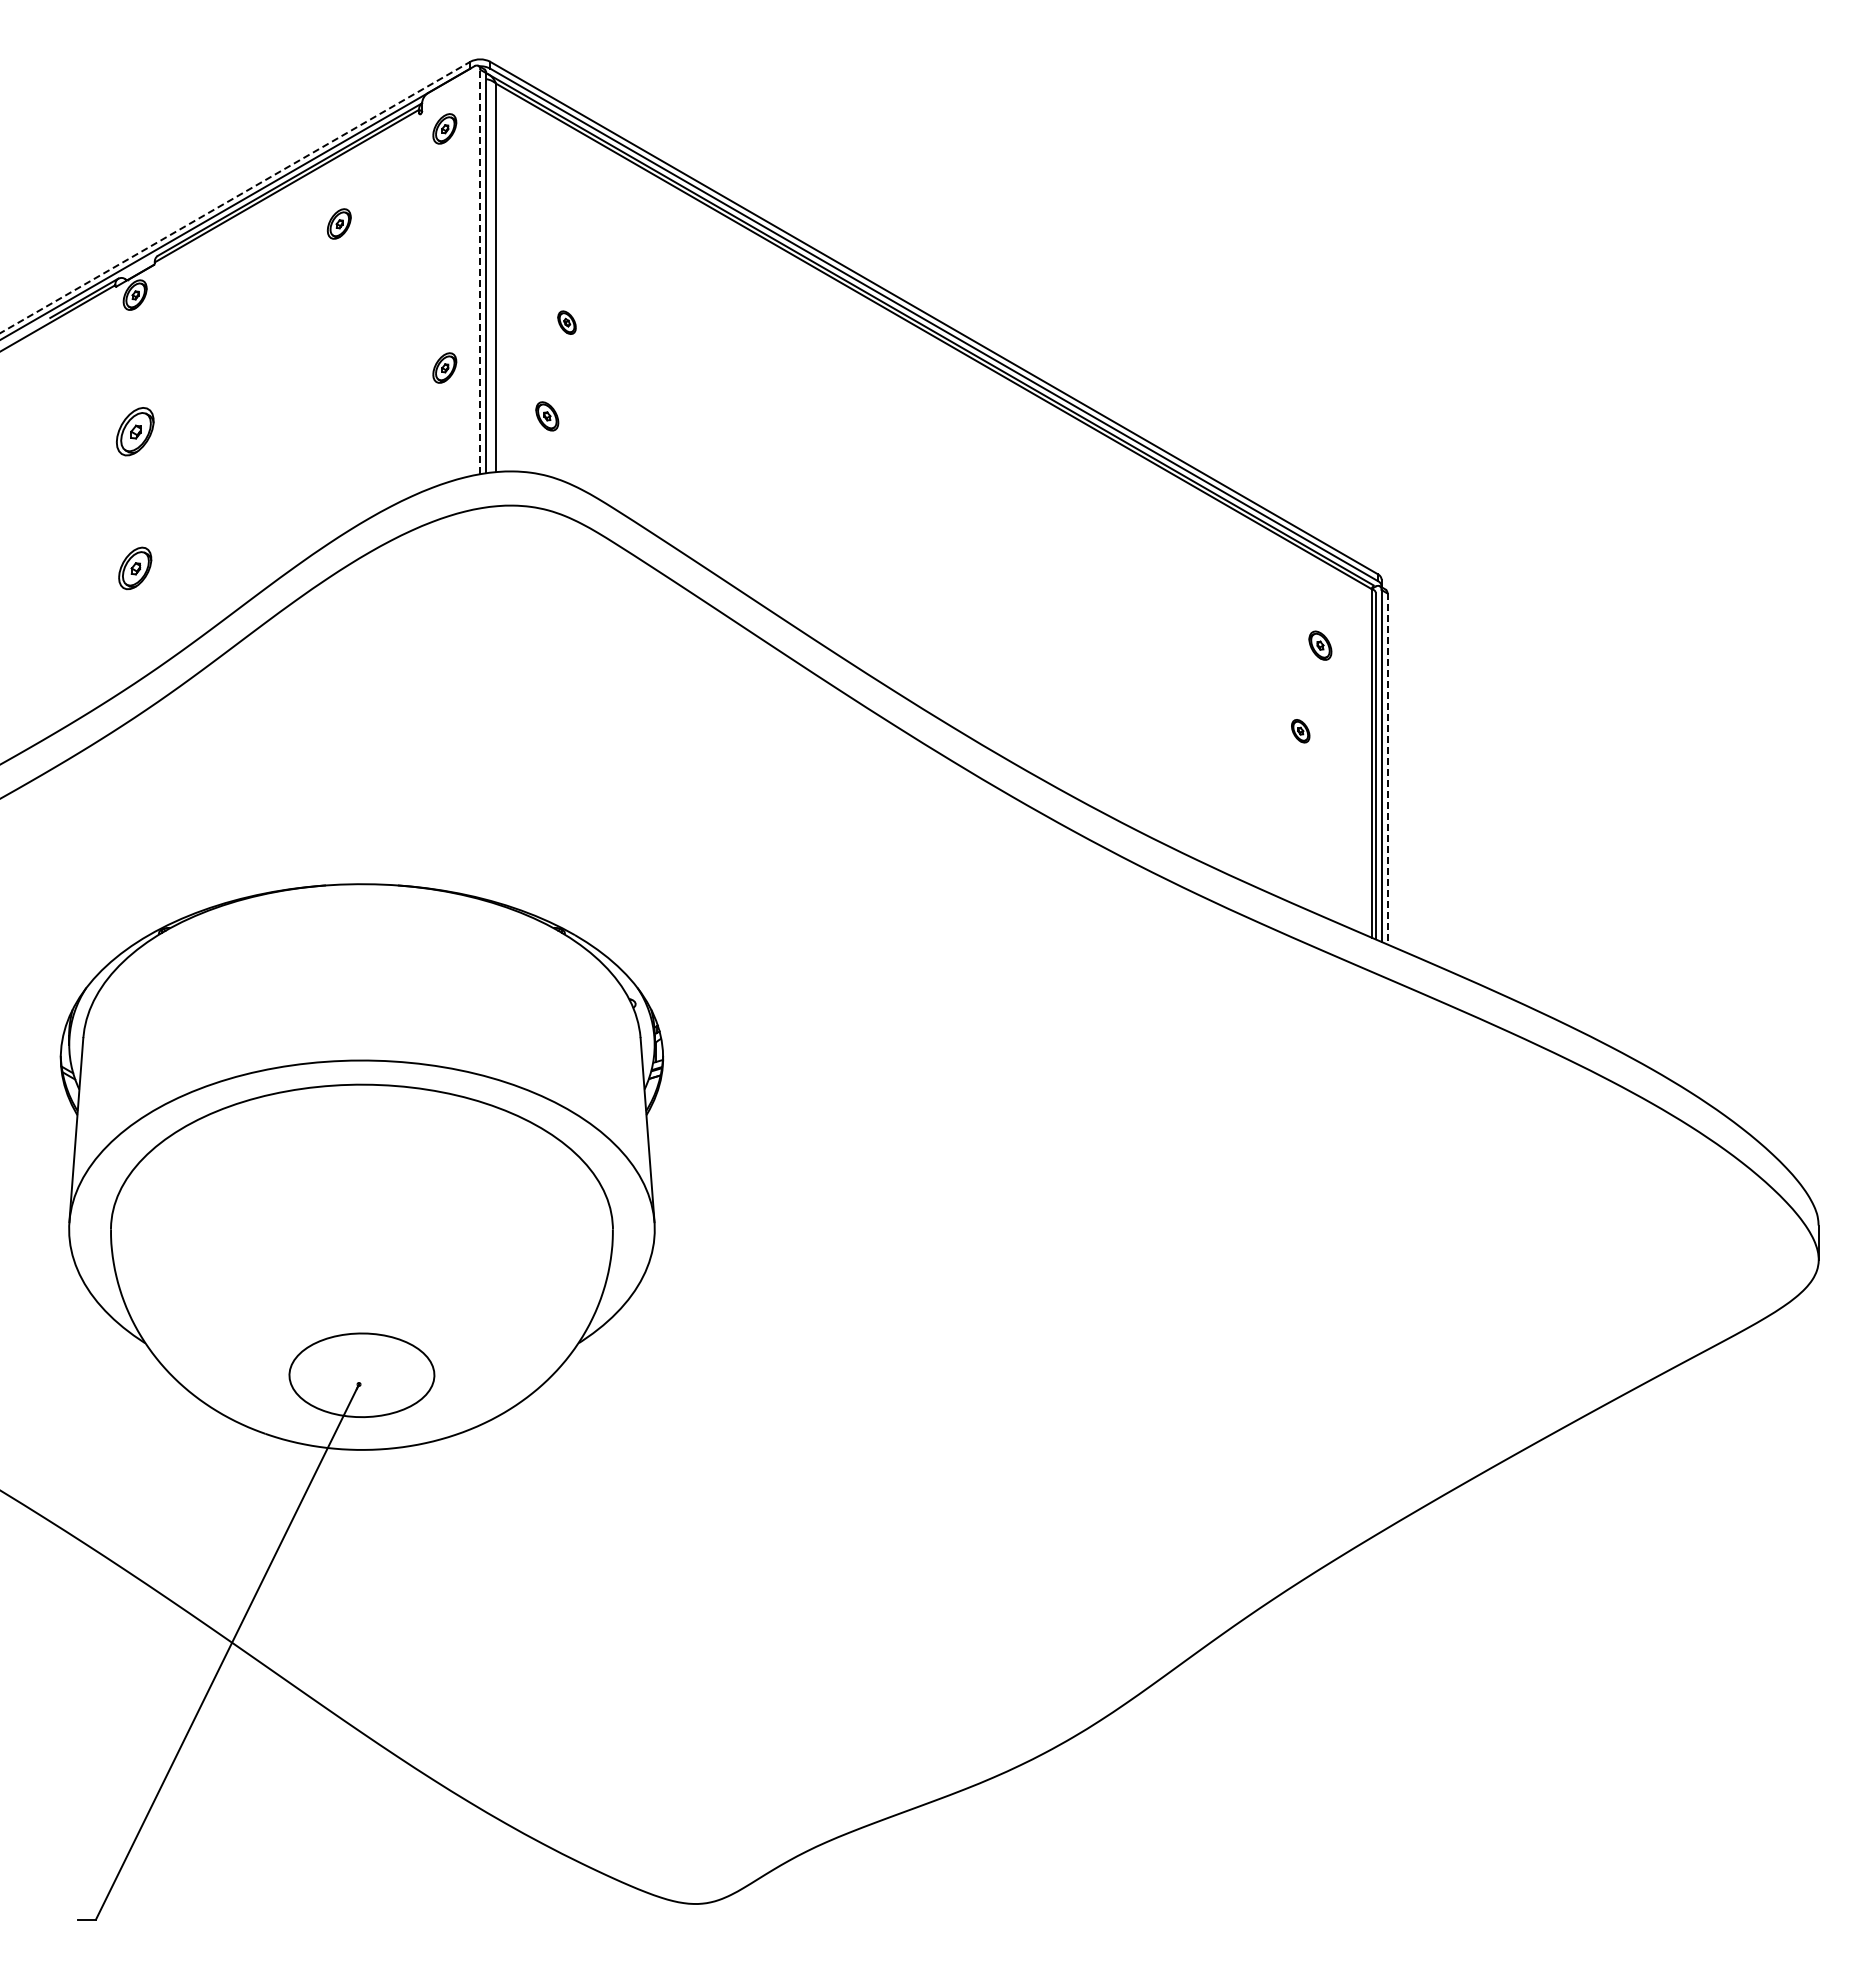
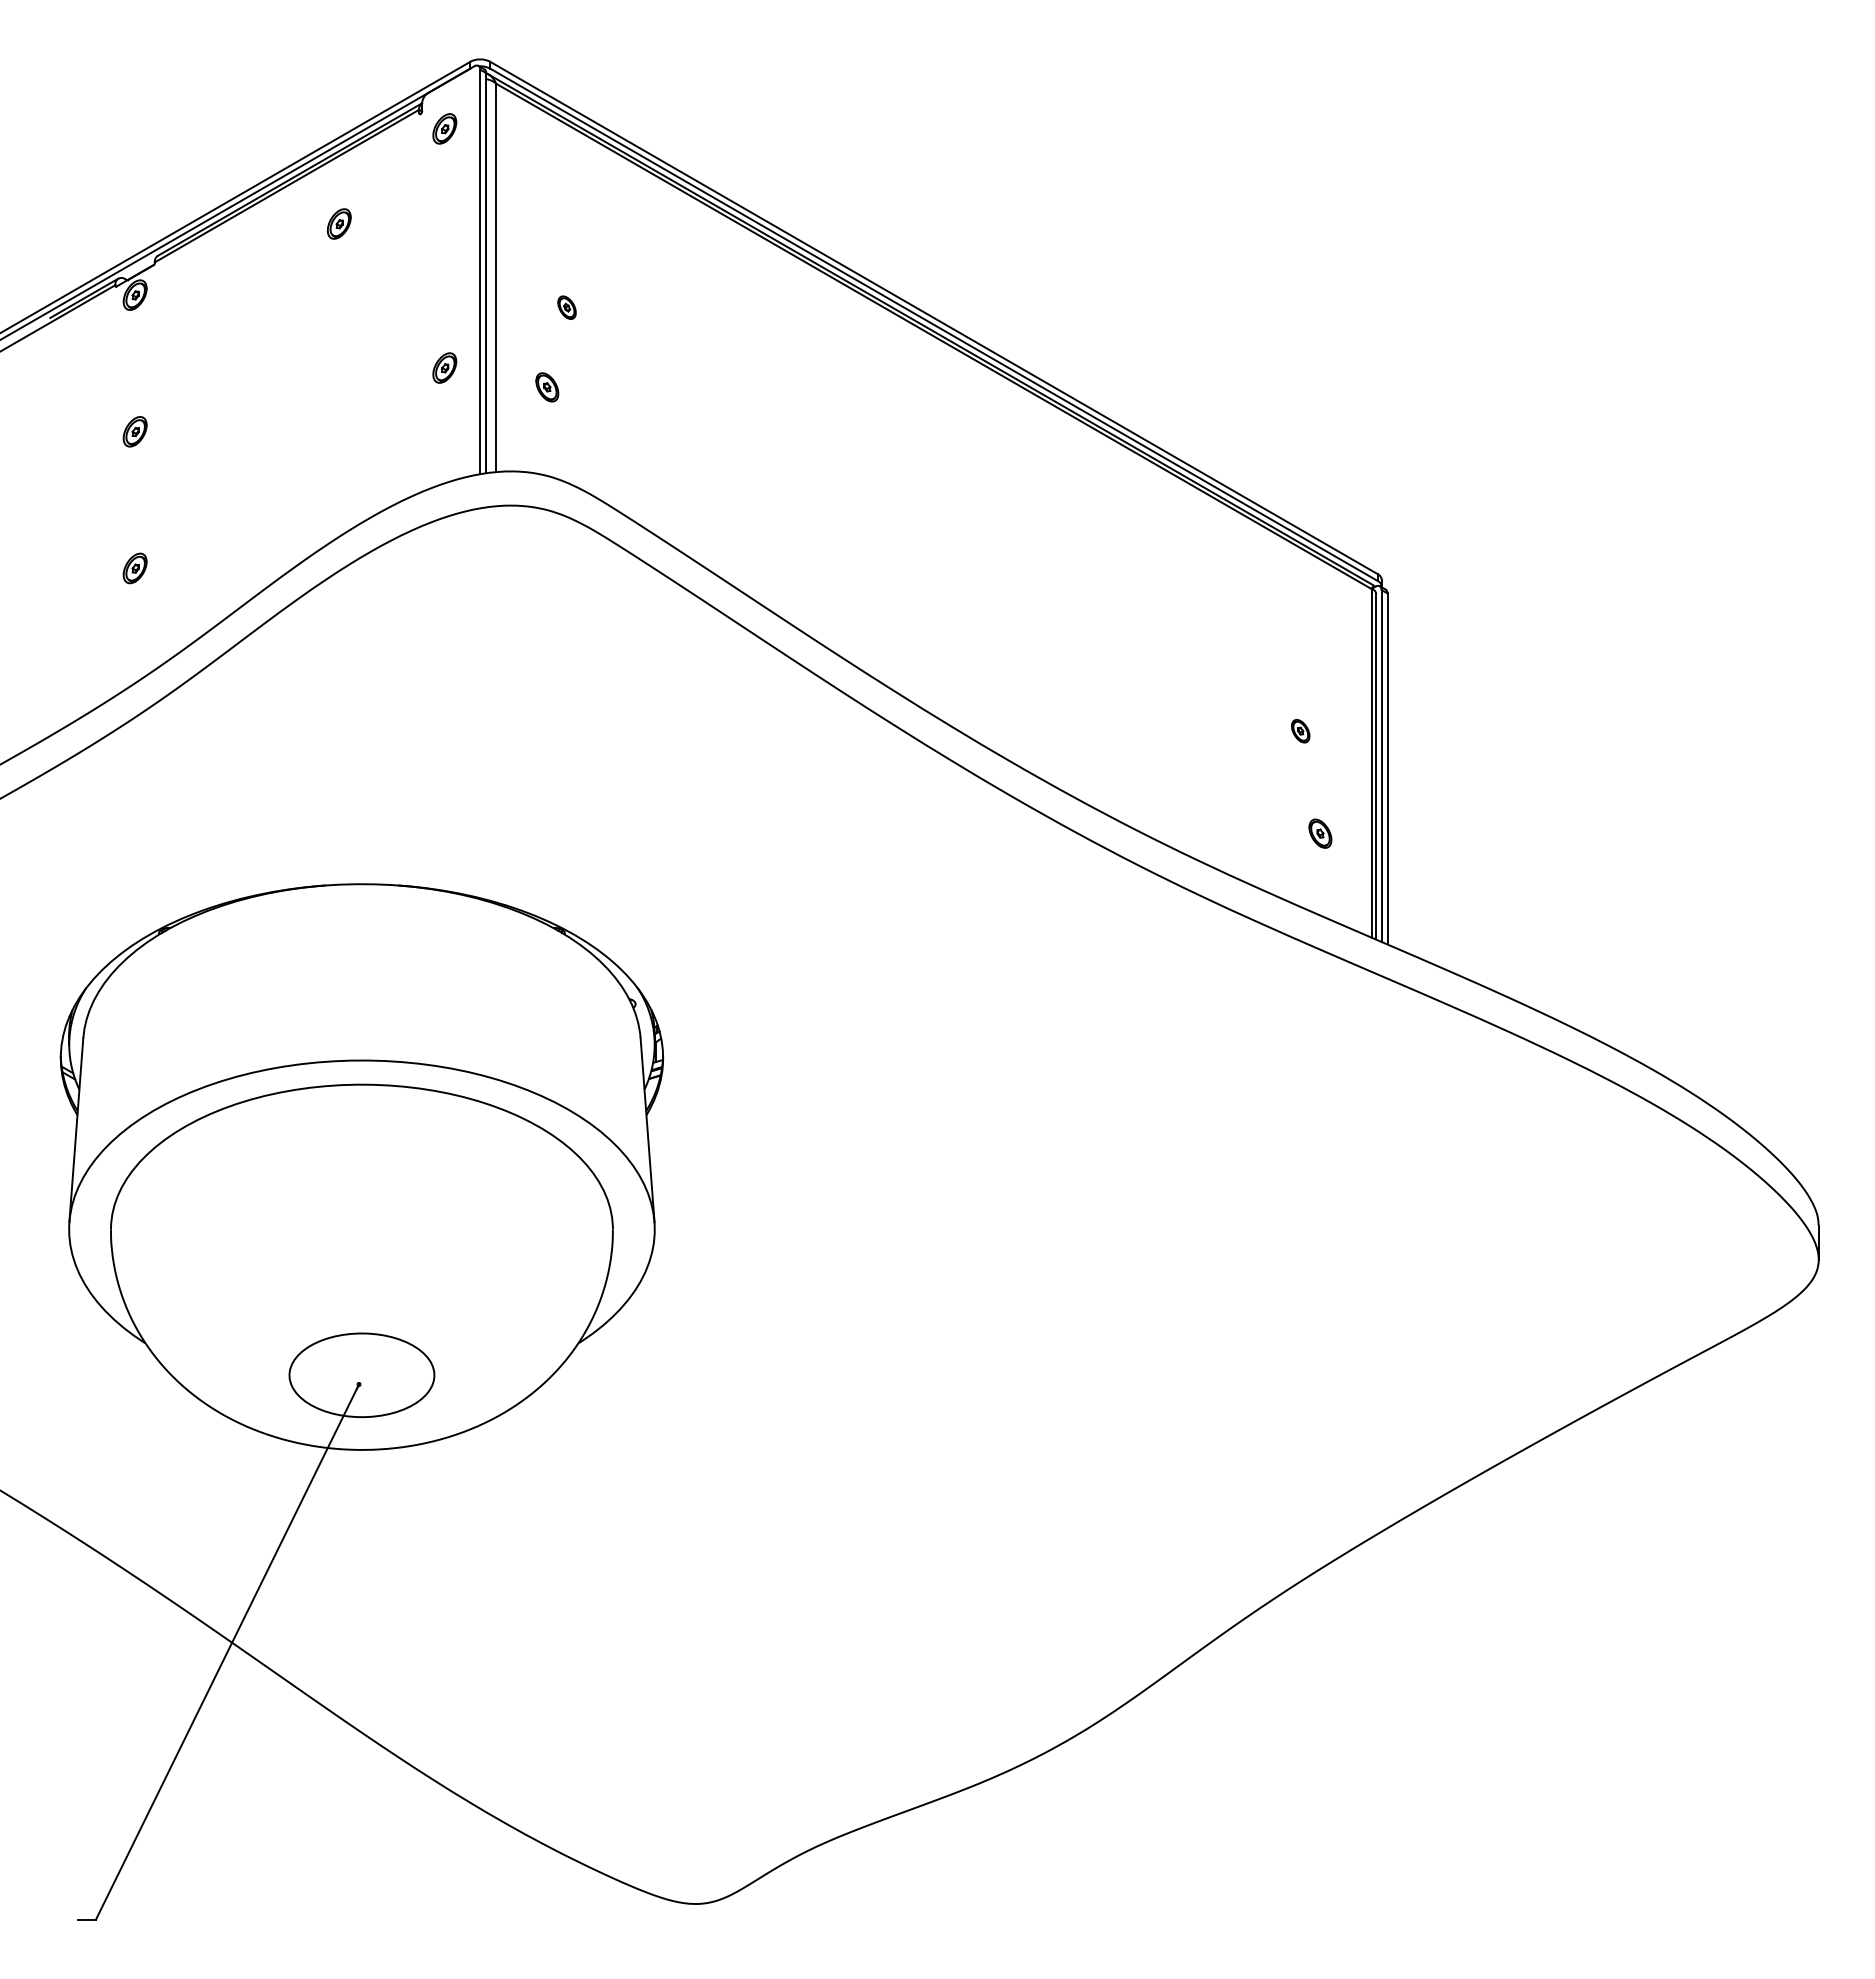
line at (235, 197): dashed -> solid
line at (480, 271): dashed -> solid
part at (566, 322) position: (566, 322) -> (566, 307)
part at (547, 416) position: (547, 416) -> (547, 387)
part at (135, 431) size: 39x50 px -> 26x32 px
part at (135, 568) size: 35x45 px -> 26x33 px
part at (1320, 645) position: (1320, 645) -> (1320, 833)
line at (1387, 768): dashed -> solid
